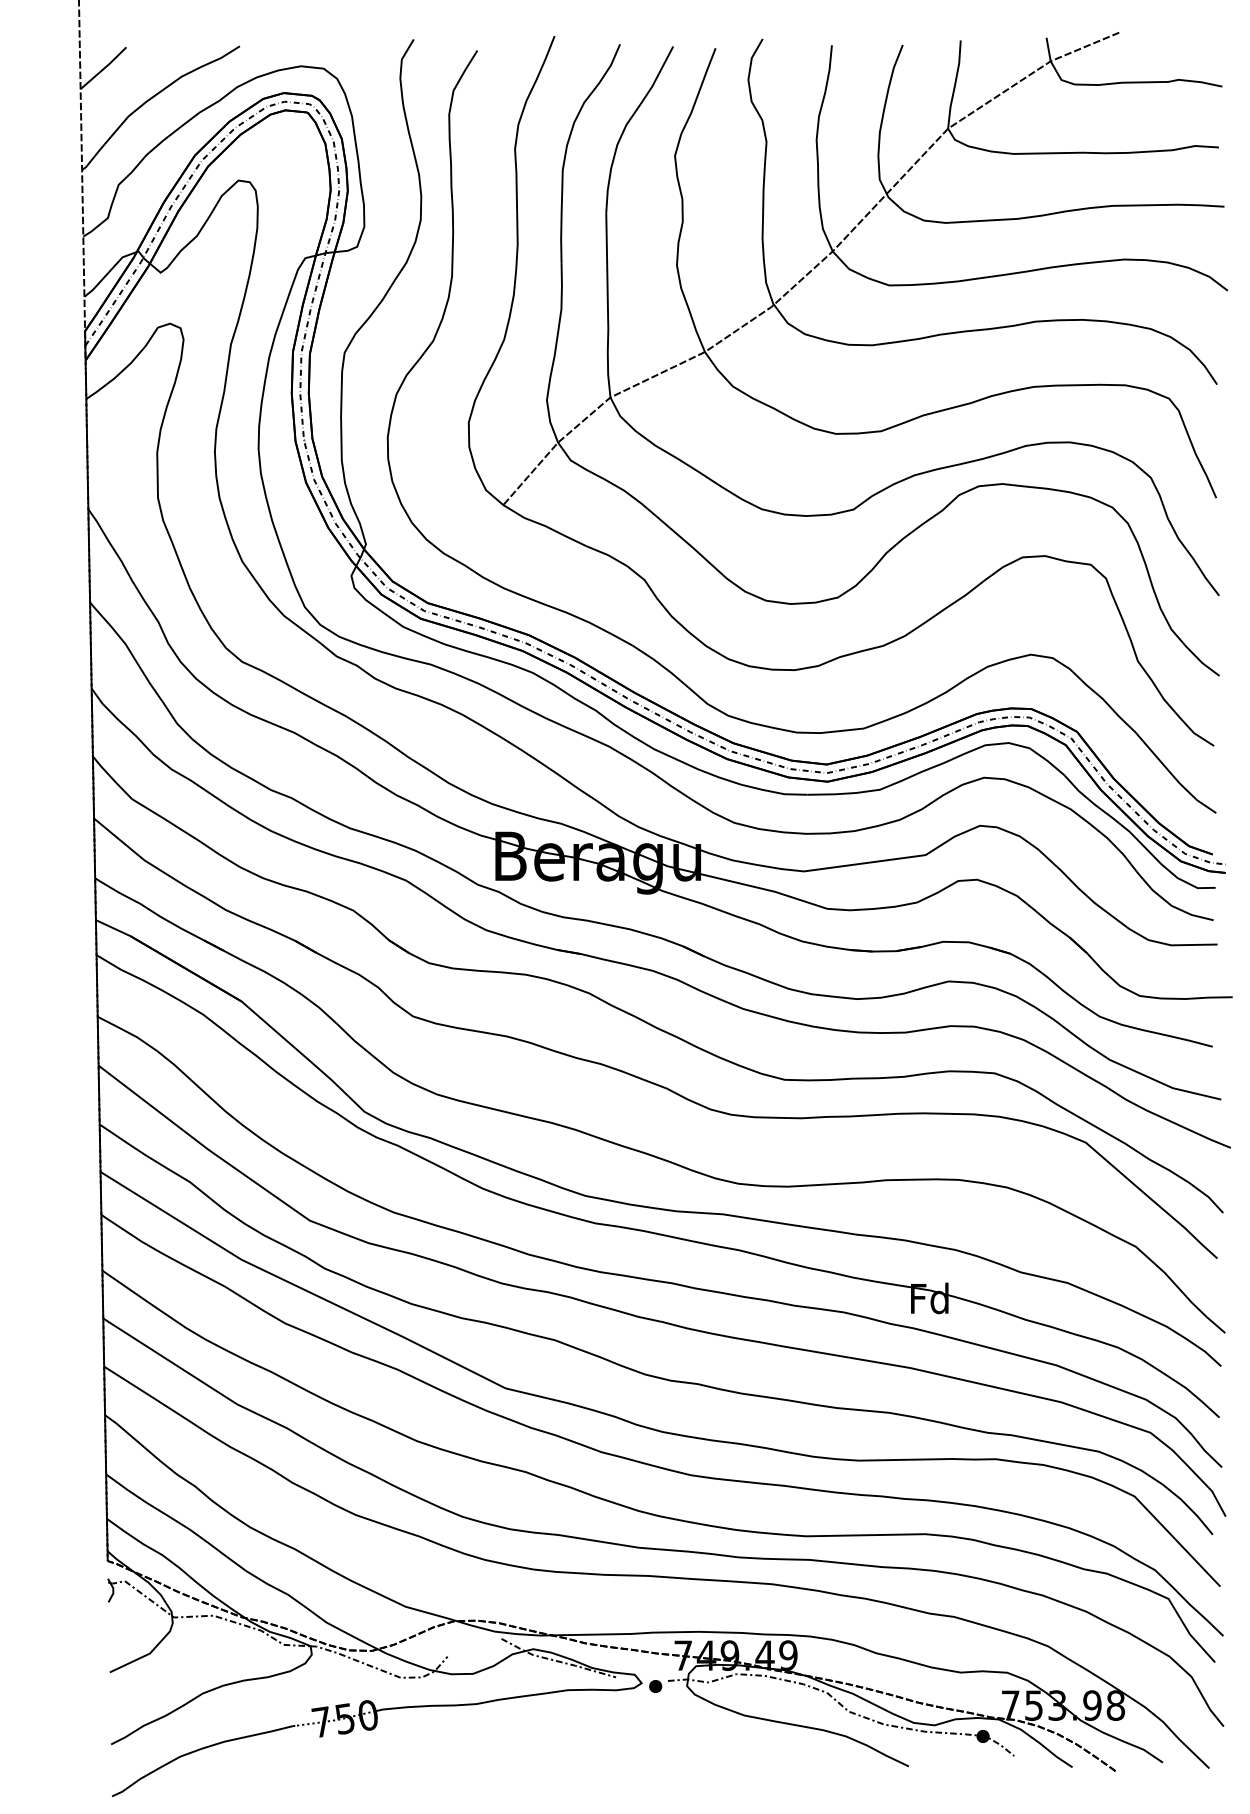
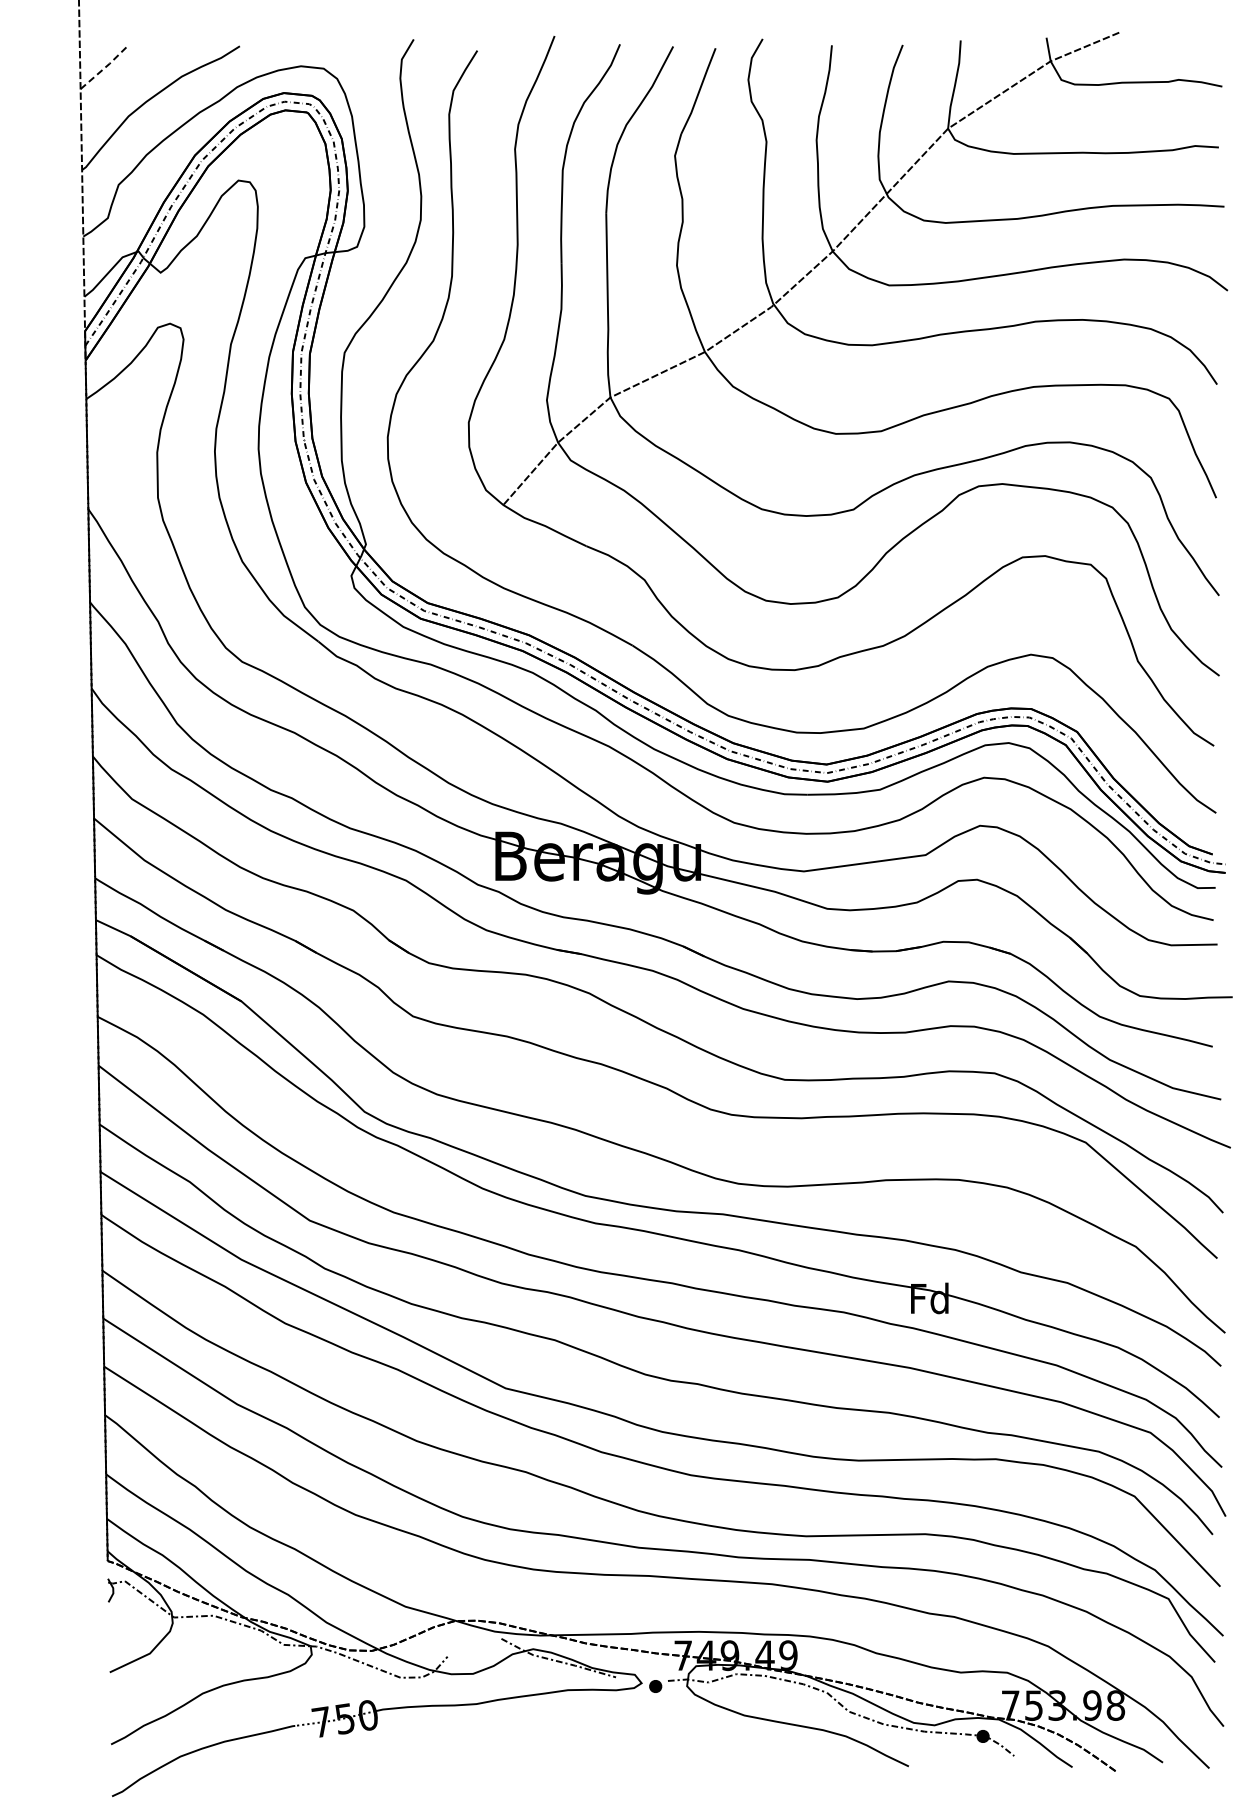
line at (104, 68): solid -> dashed
